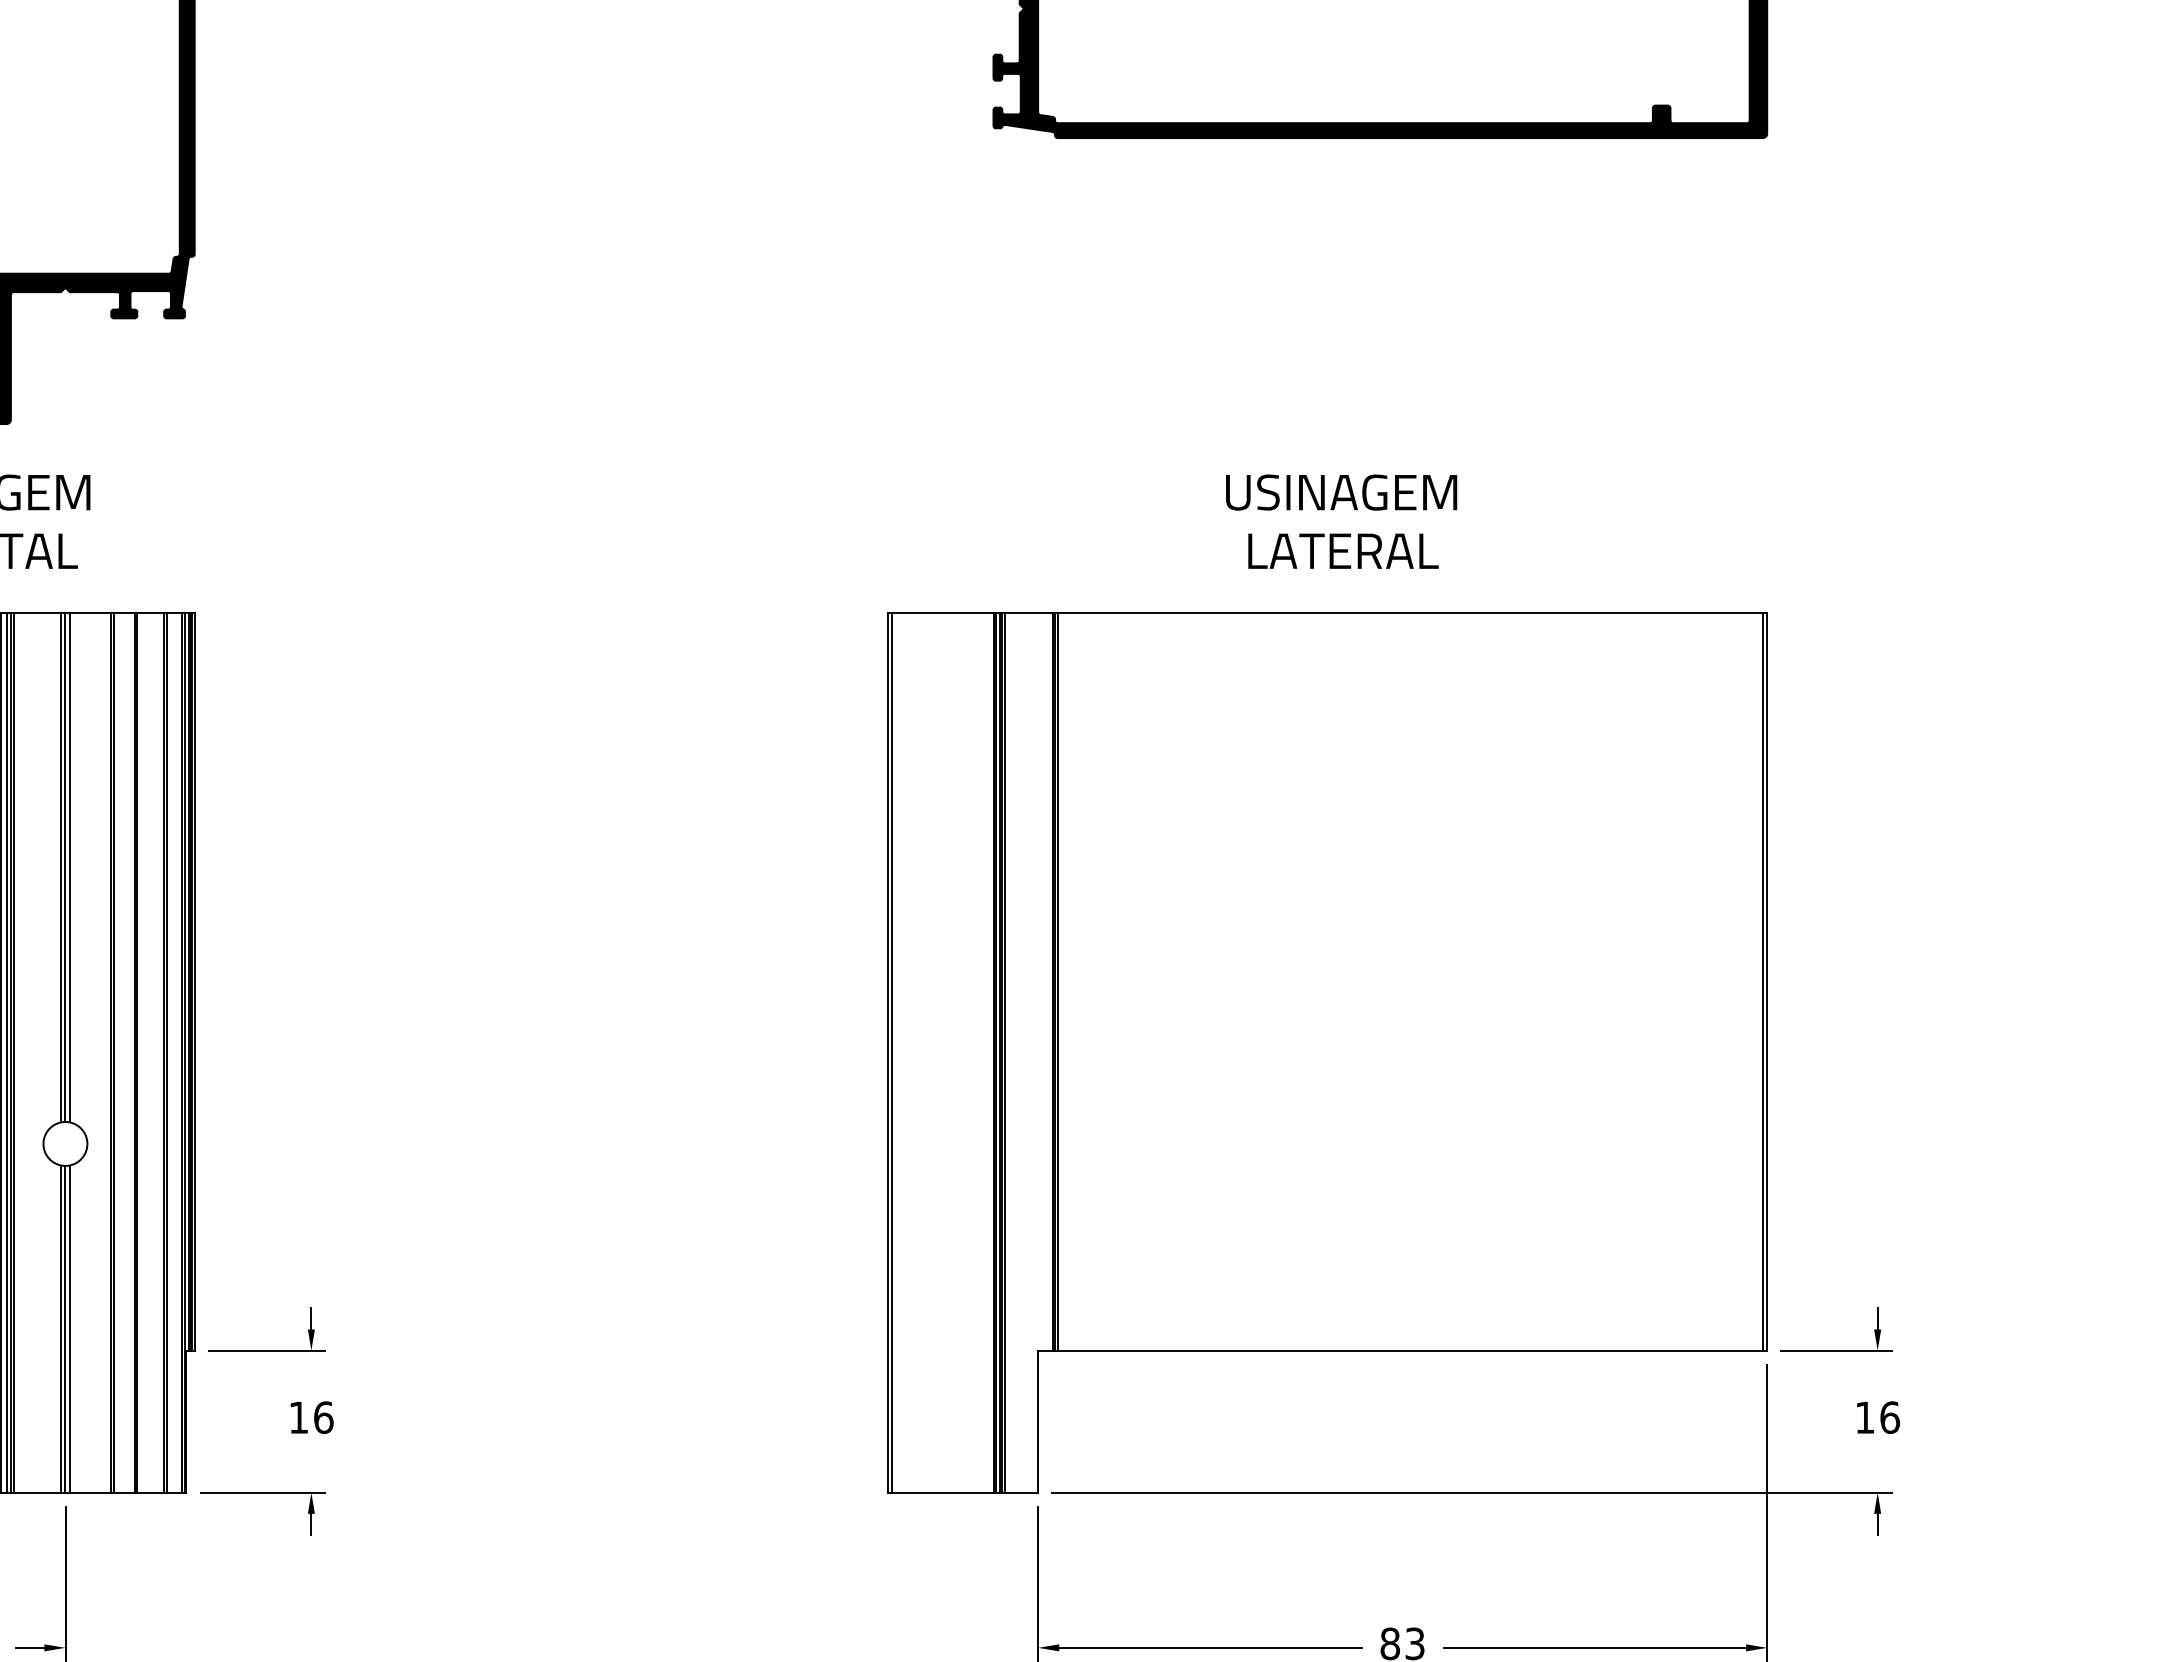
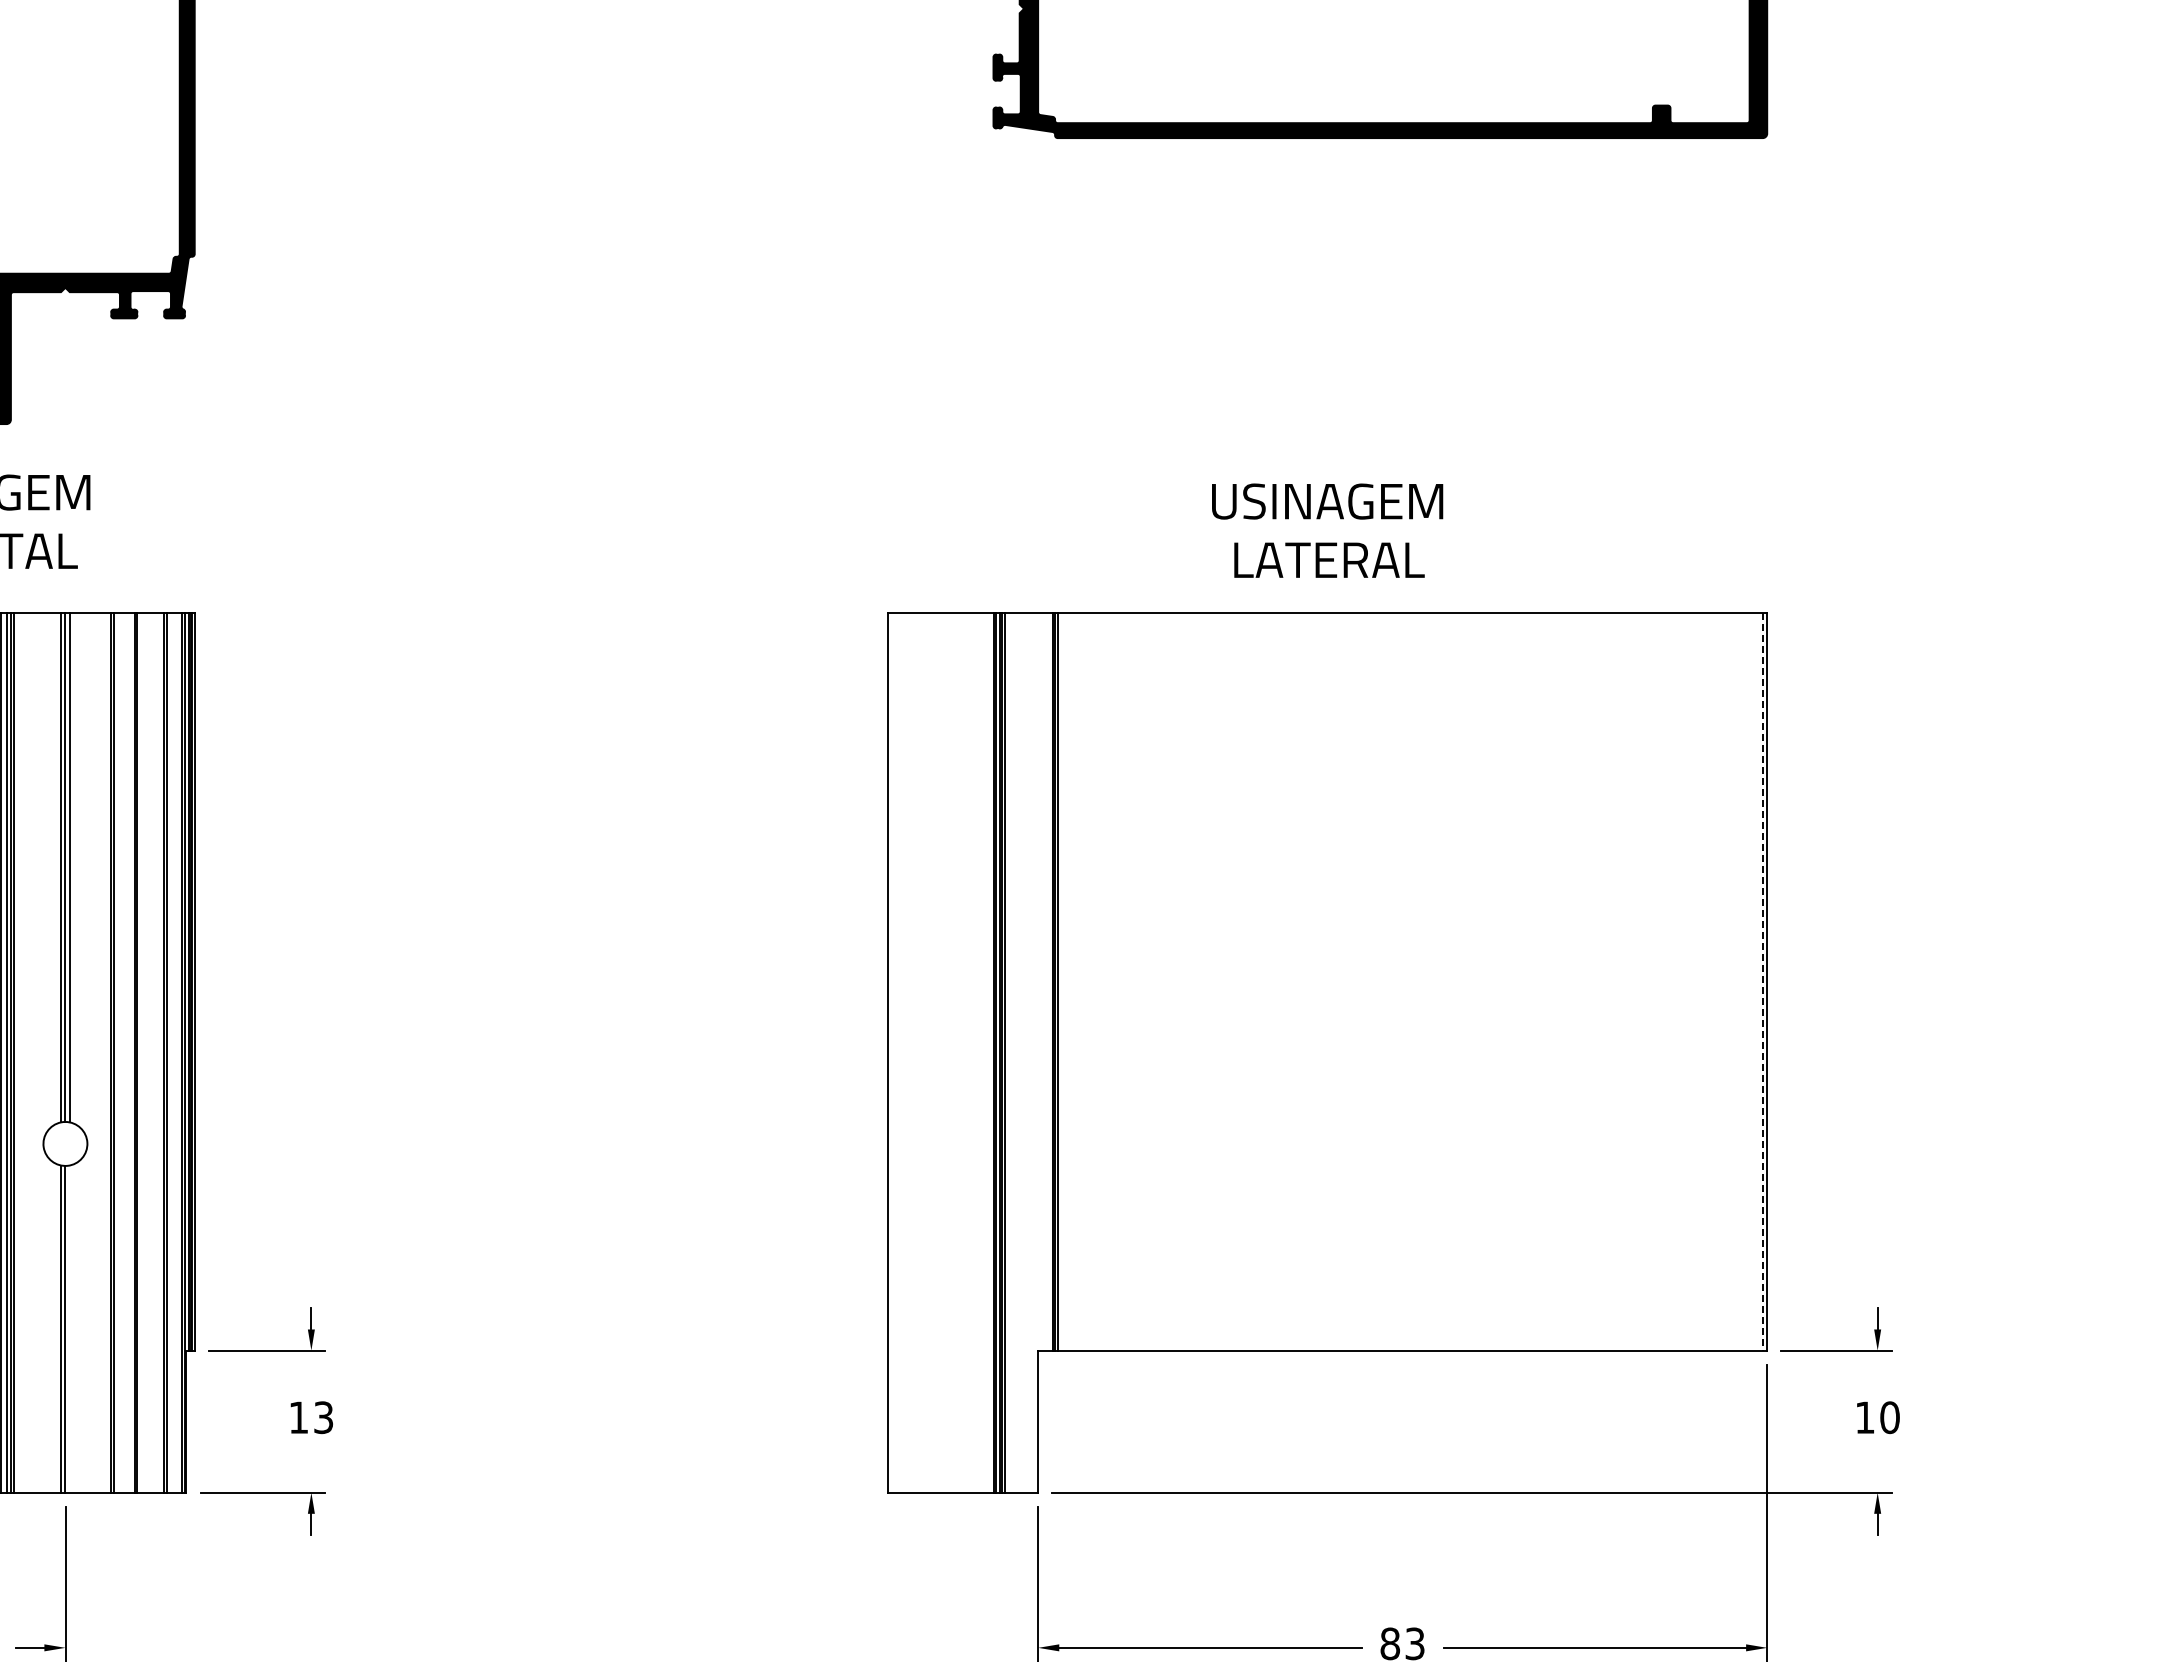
text at (1341, 521) position: (1341, 521) -> (1327, 530)
line at (1762, 981): solid -> dashed
line at (892, 1052): present -> none
line at (69, 1328): present -> none
text at (323, 1417): 16 -> 13
text at (1889, 1417): 16 -> 10
